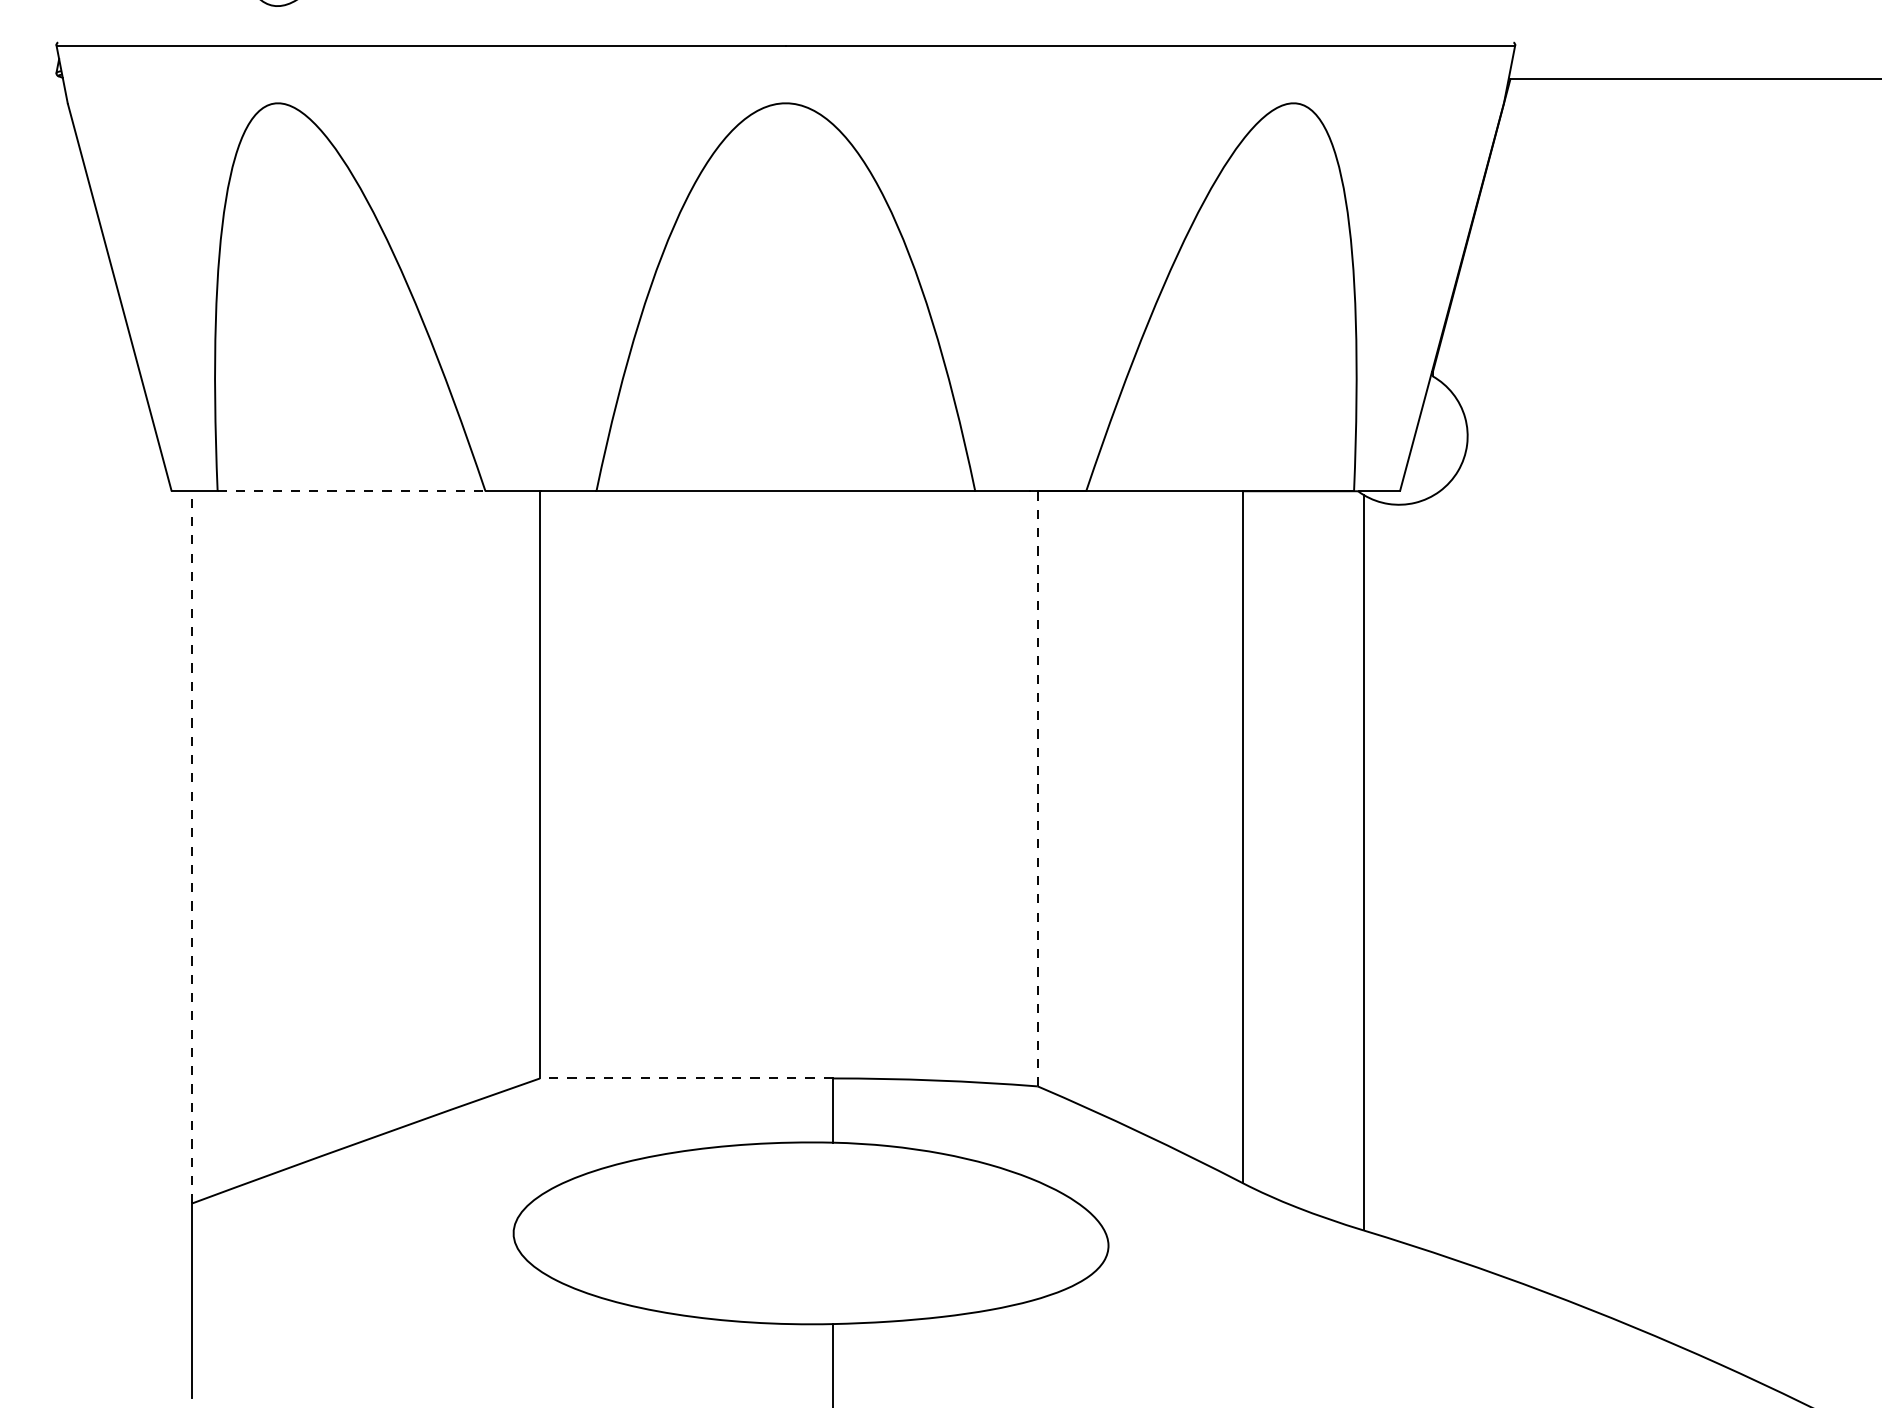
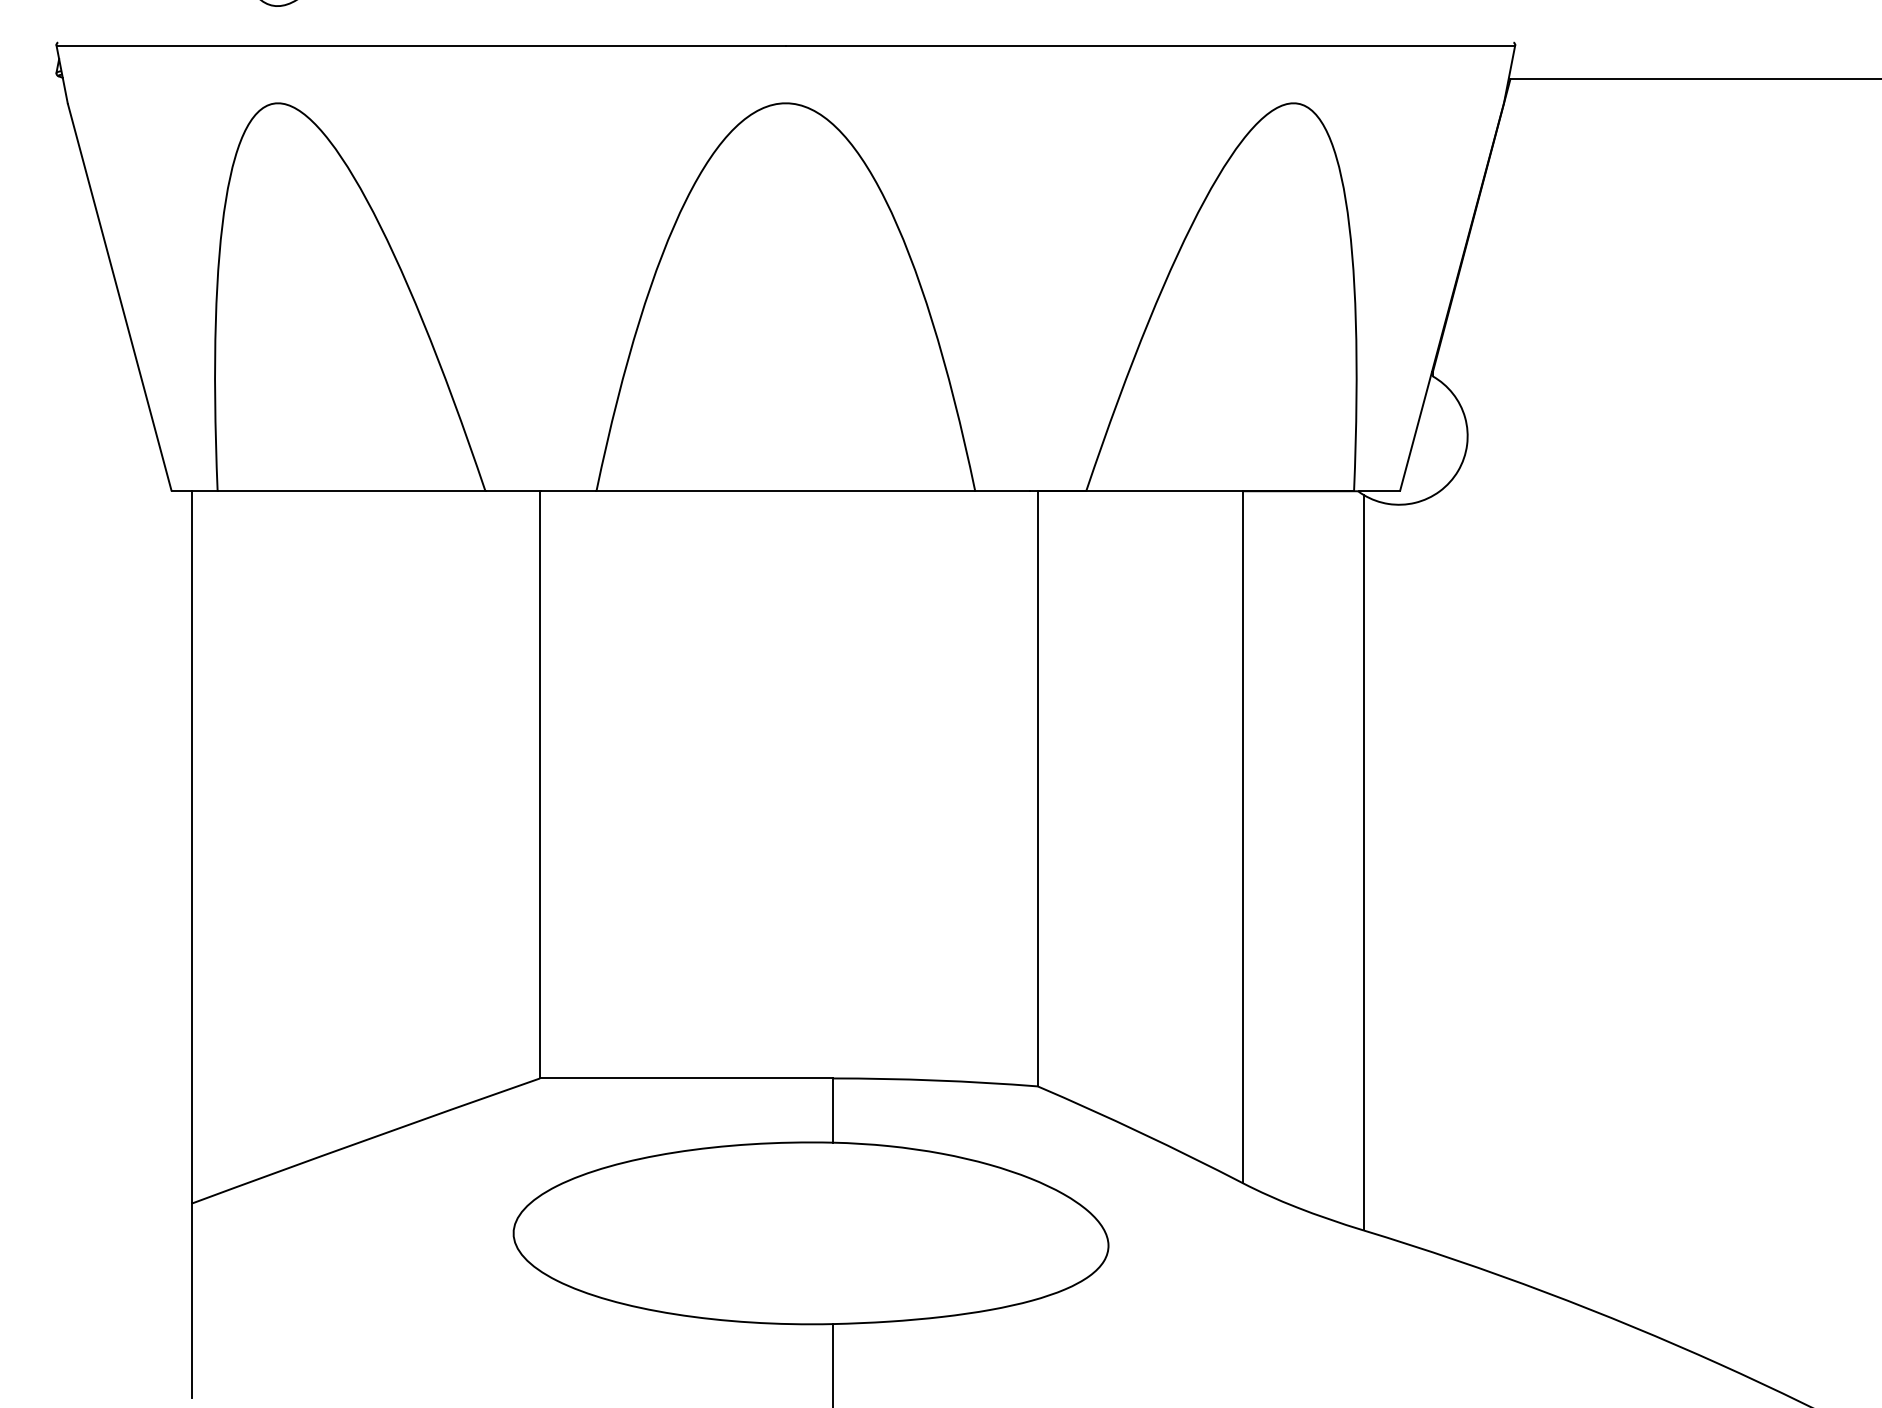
line at (351, 491): dashed -> solid
line at (1037, 788): dashed -> solid
line at (192, 846): dashed -> solid
line at (685, 1078): dashed -> solid
